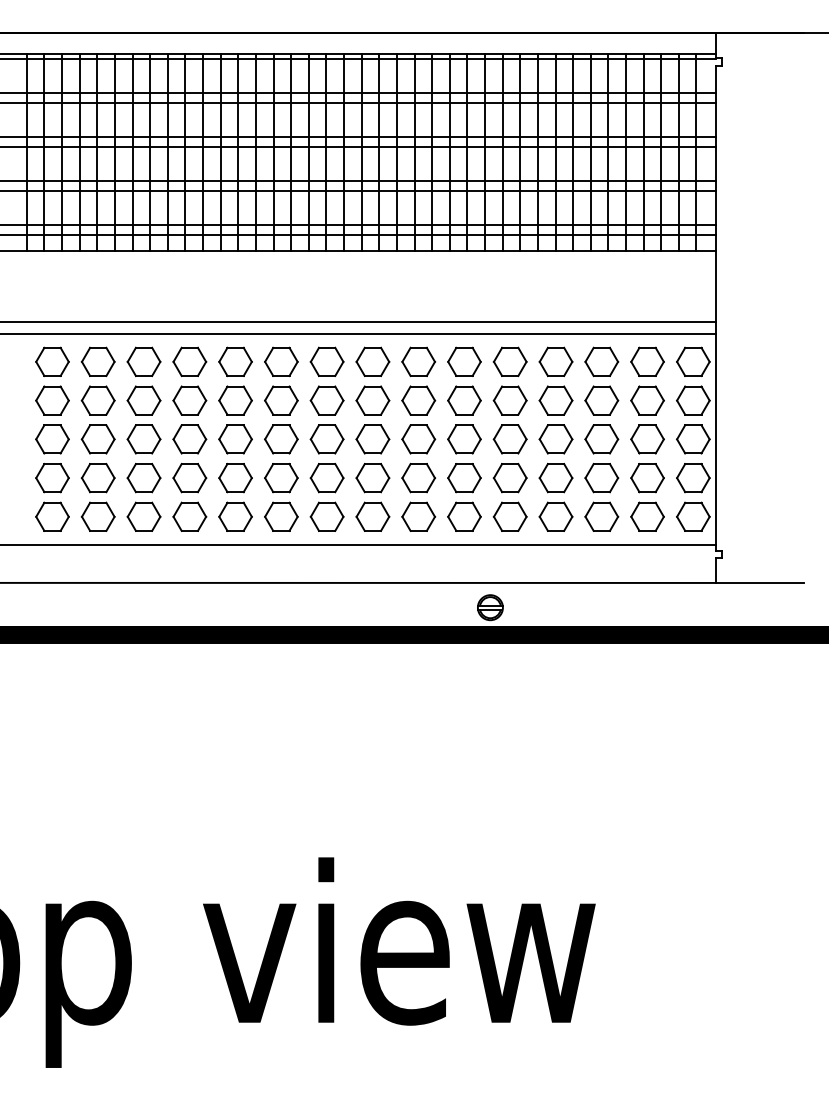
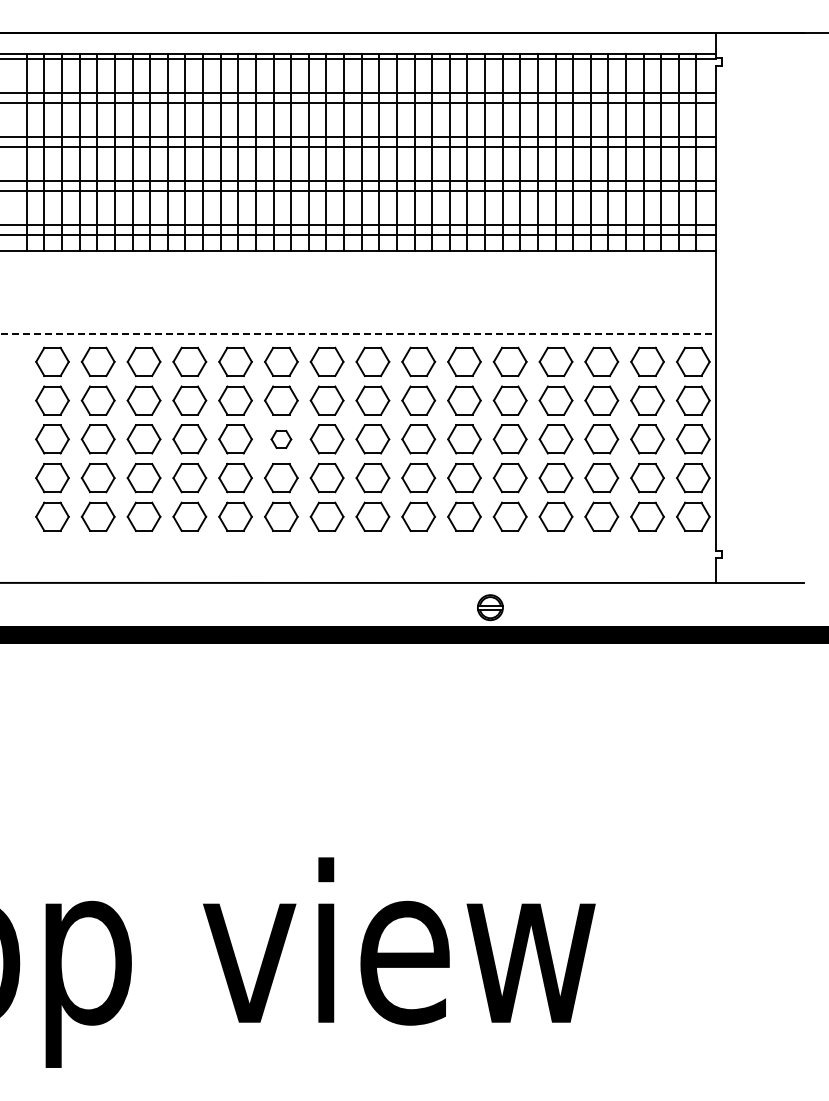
line at (359, 321): present -> none
line at (358, 333): solid -> dashed
part at (281, 439) size: 35x31 px -> 23x20 px
line at (359, 545): present -> none
